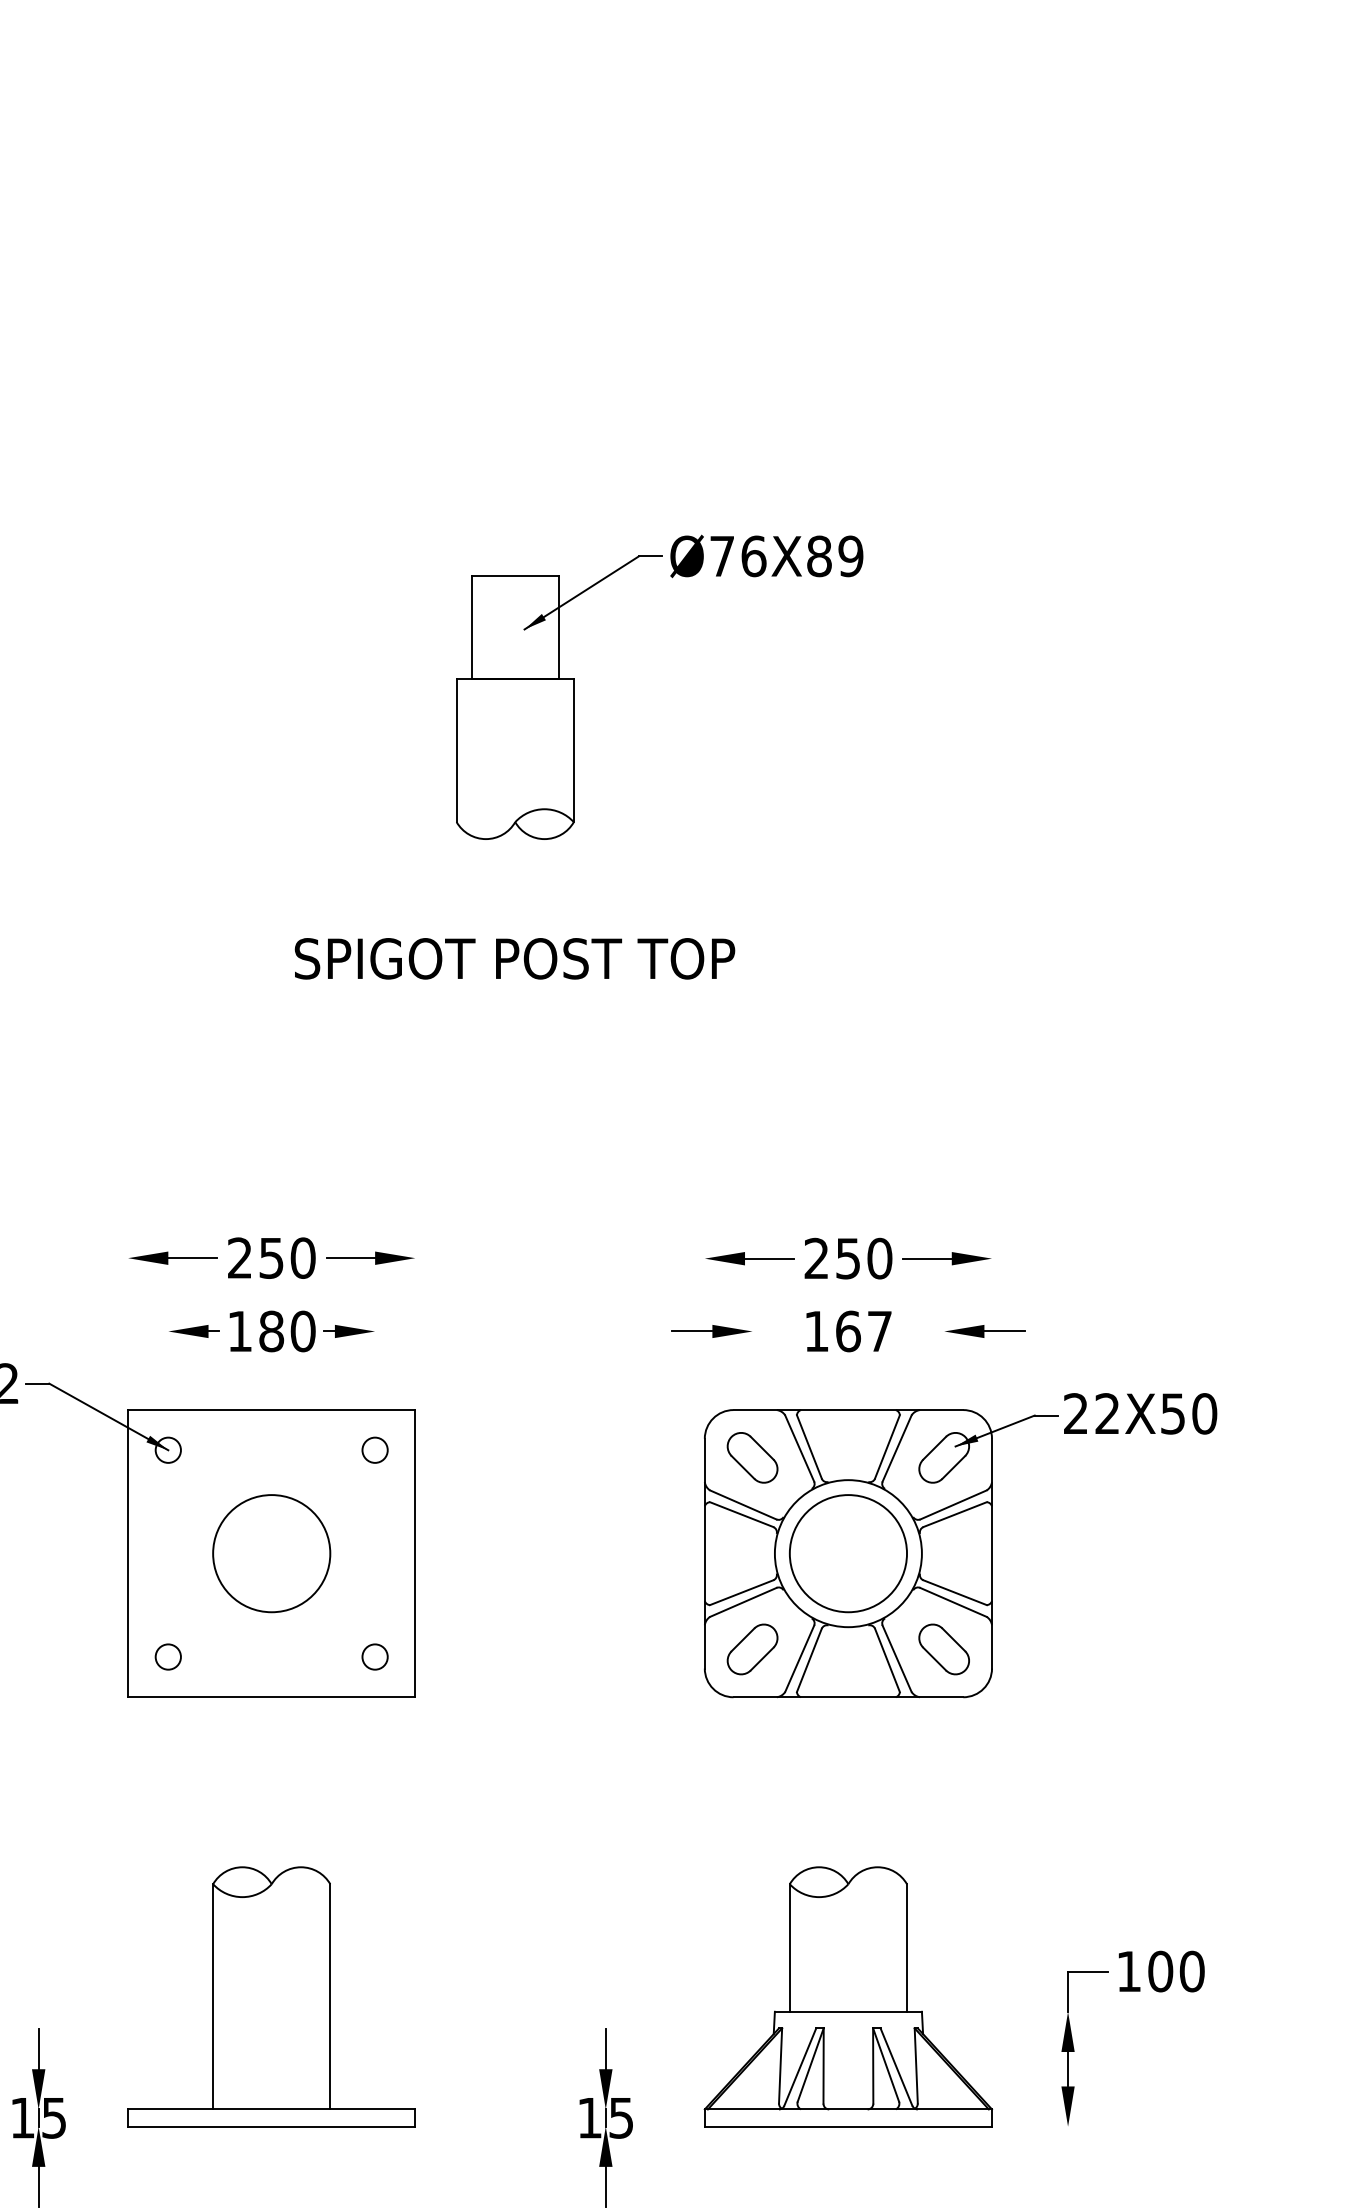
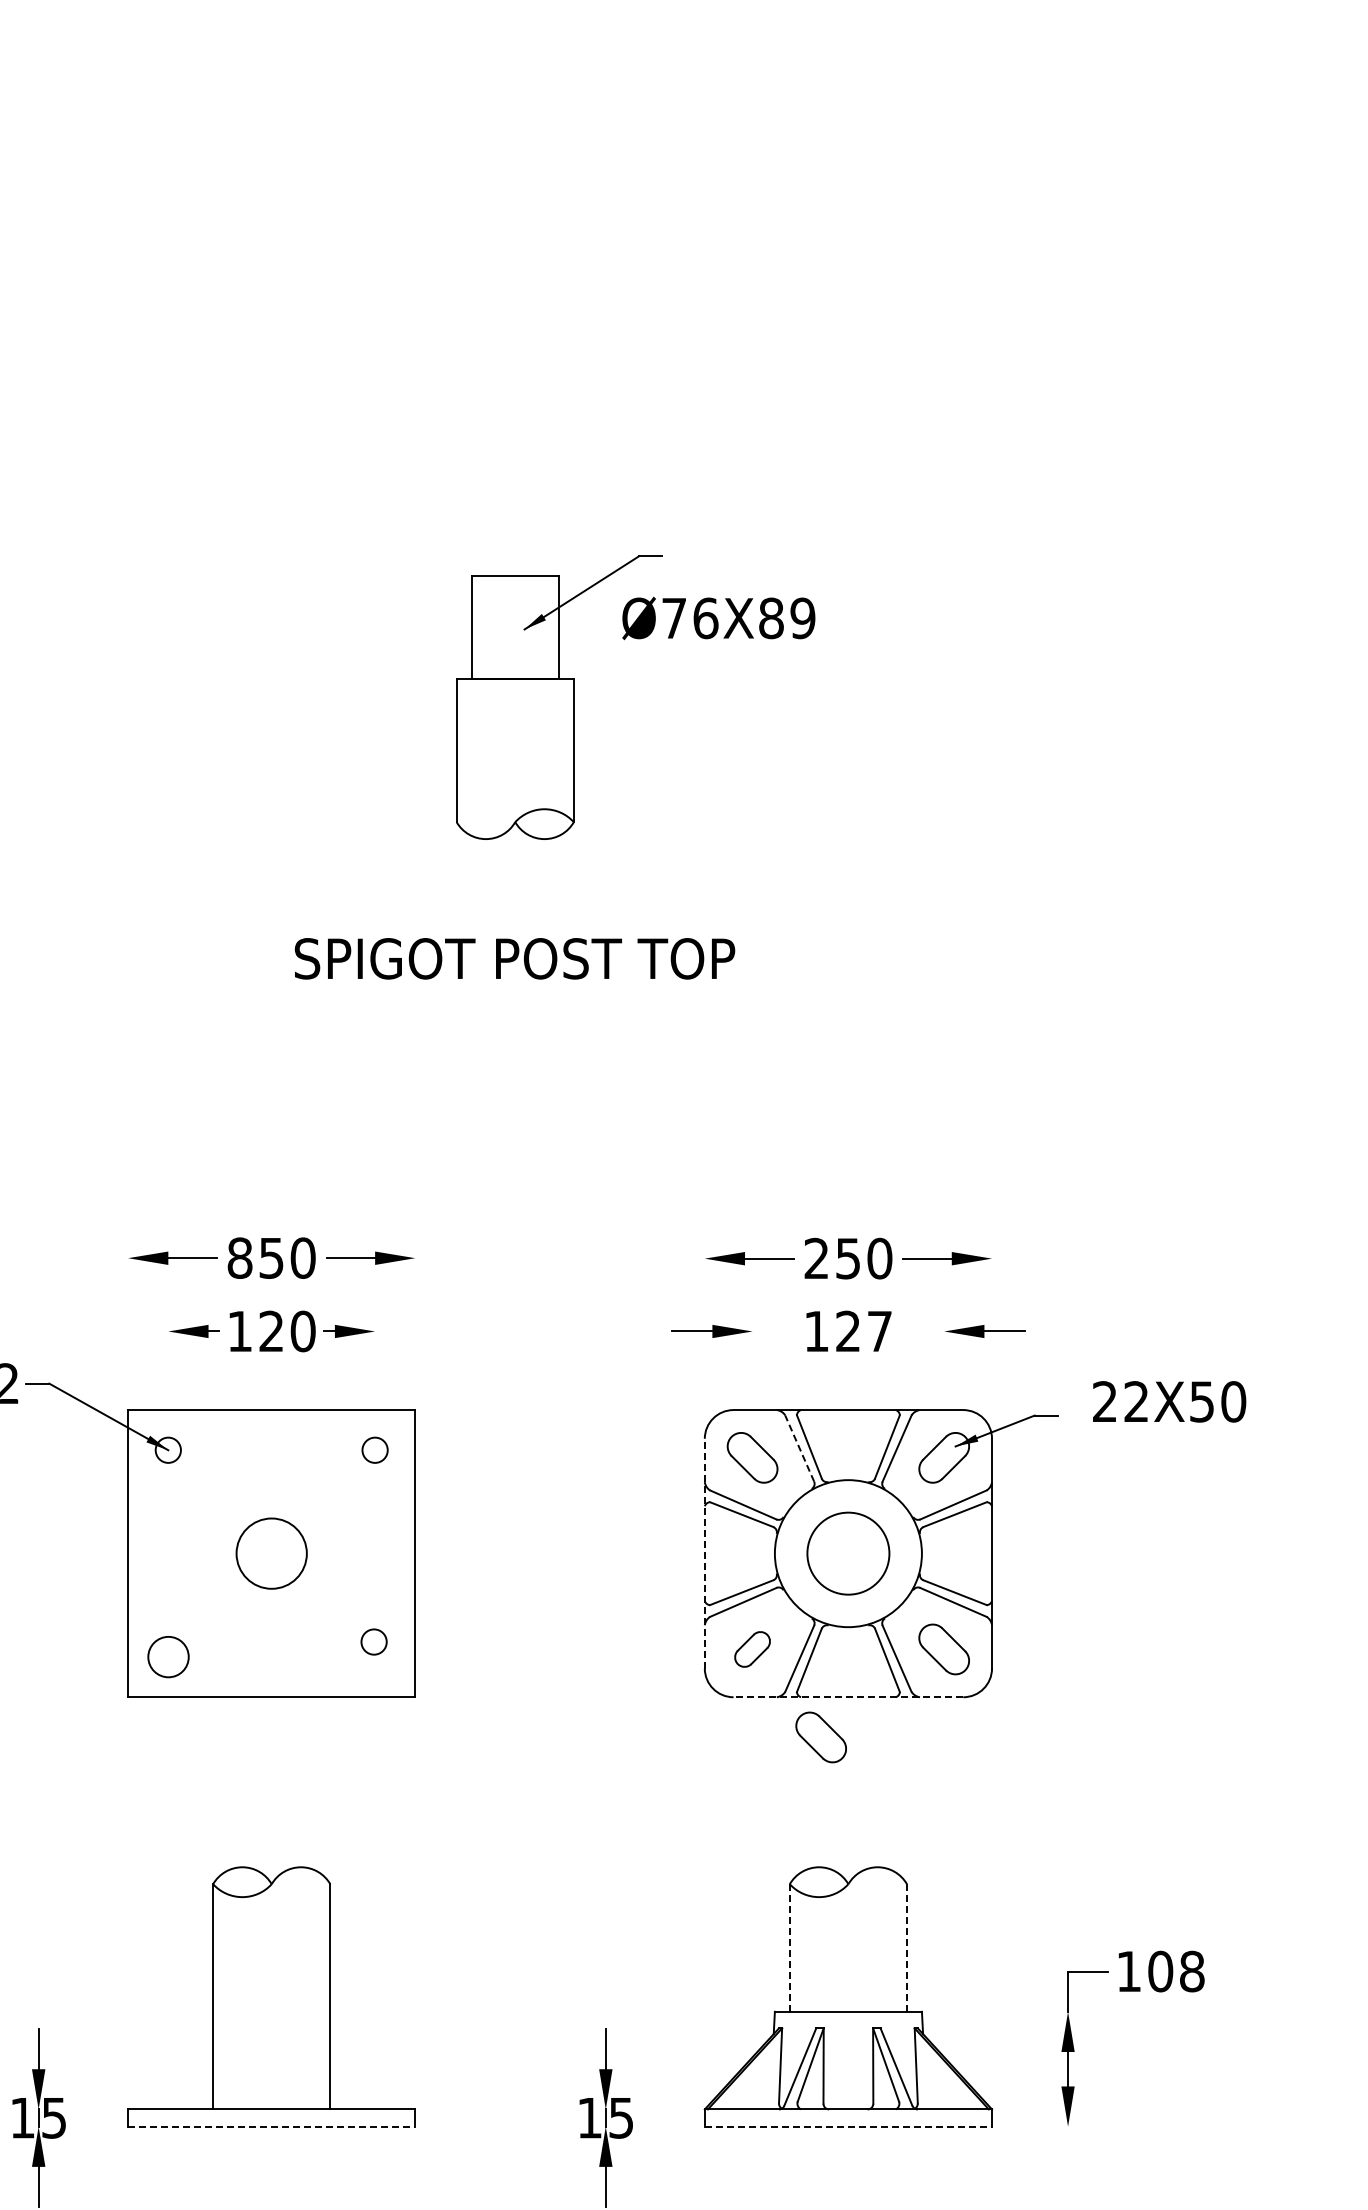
text at (766, 556) position: (766, 556) -> (718, 618)
text at (239, 1257): 250 -> 850
text at (271, 1331): 180 -> 120
text at (848, 1331): 167 -> 127
text at (1140, 1413) position: (1140, 1413) -> (1169, 1401)
line at (799, 1448): solid -> dashed
circle at (271, 1553) diameter: 117 px -> 70 px
line at (704, 1553): solid -> dashed
circle at (848, 1553) diameter: 117 px -> 82 px
part at (752, 1649) size: 53x53 px -> 37x37 px
circle at (167, 1656) size: 28x28 px -> 43x43 px
circle at (374, 1656) position: (374, 1656) -> (373, 1641)
line at (848, 1697): solid -> dashed
part at (820, 1737): none -> present
line at (789, 1948): solid -> dashed
line at (907, 1948): solid -> dashed
text at (1191, 1971): 100 -> 108
line at (271, 2126): solid -> dashed
line at (848, 2126): solid -> dashed
